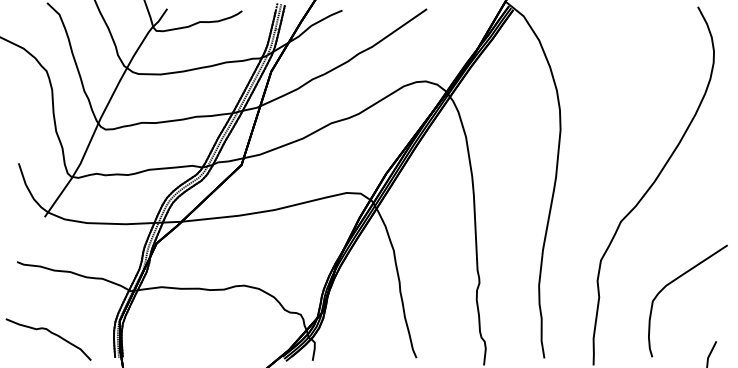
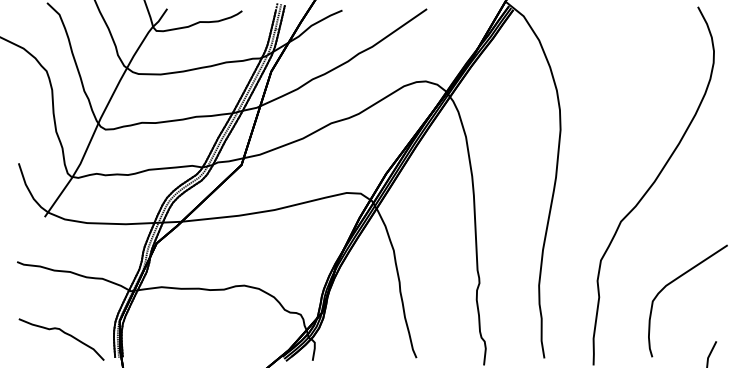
curve at (50, 333) position: (50, 333) -> (63, 333)
